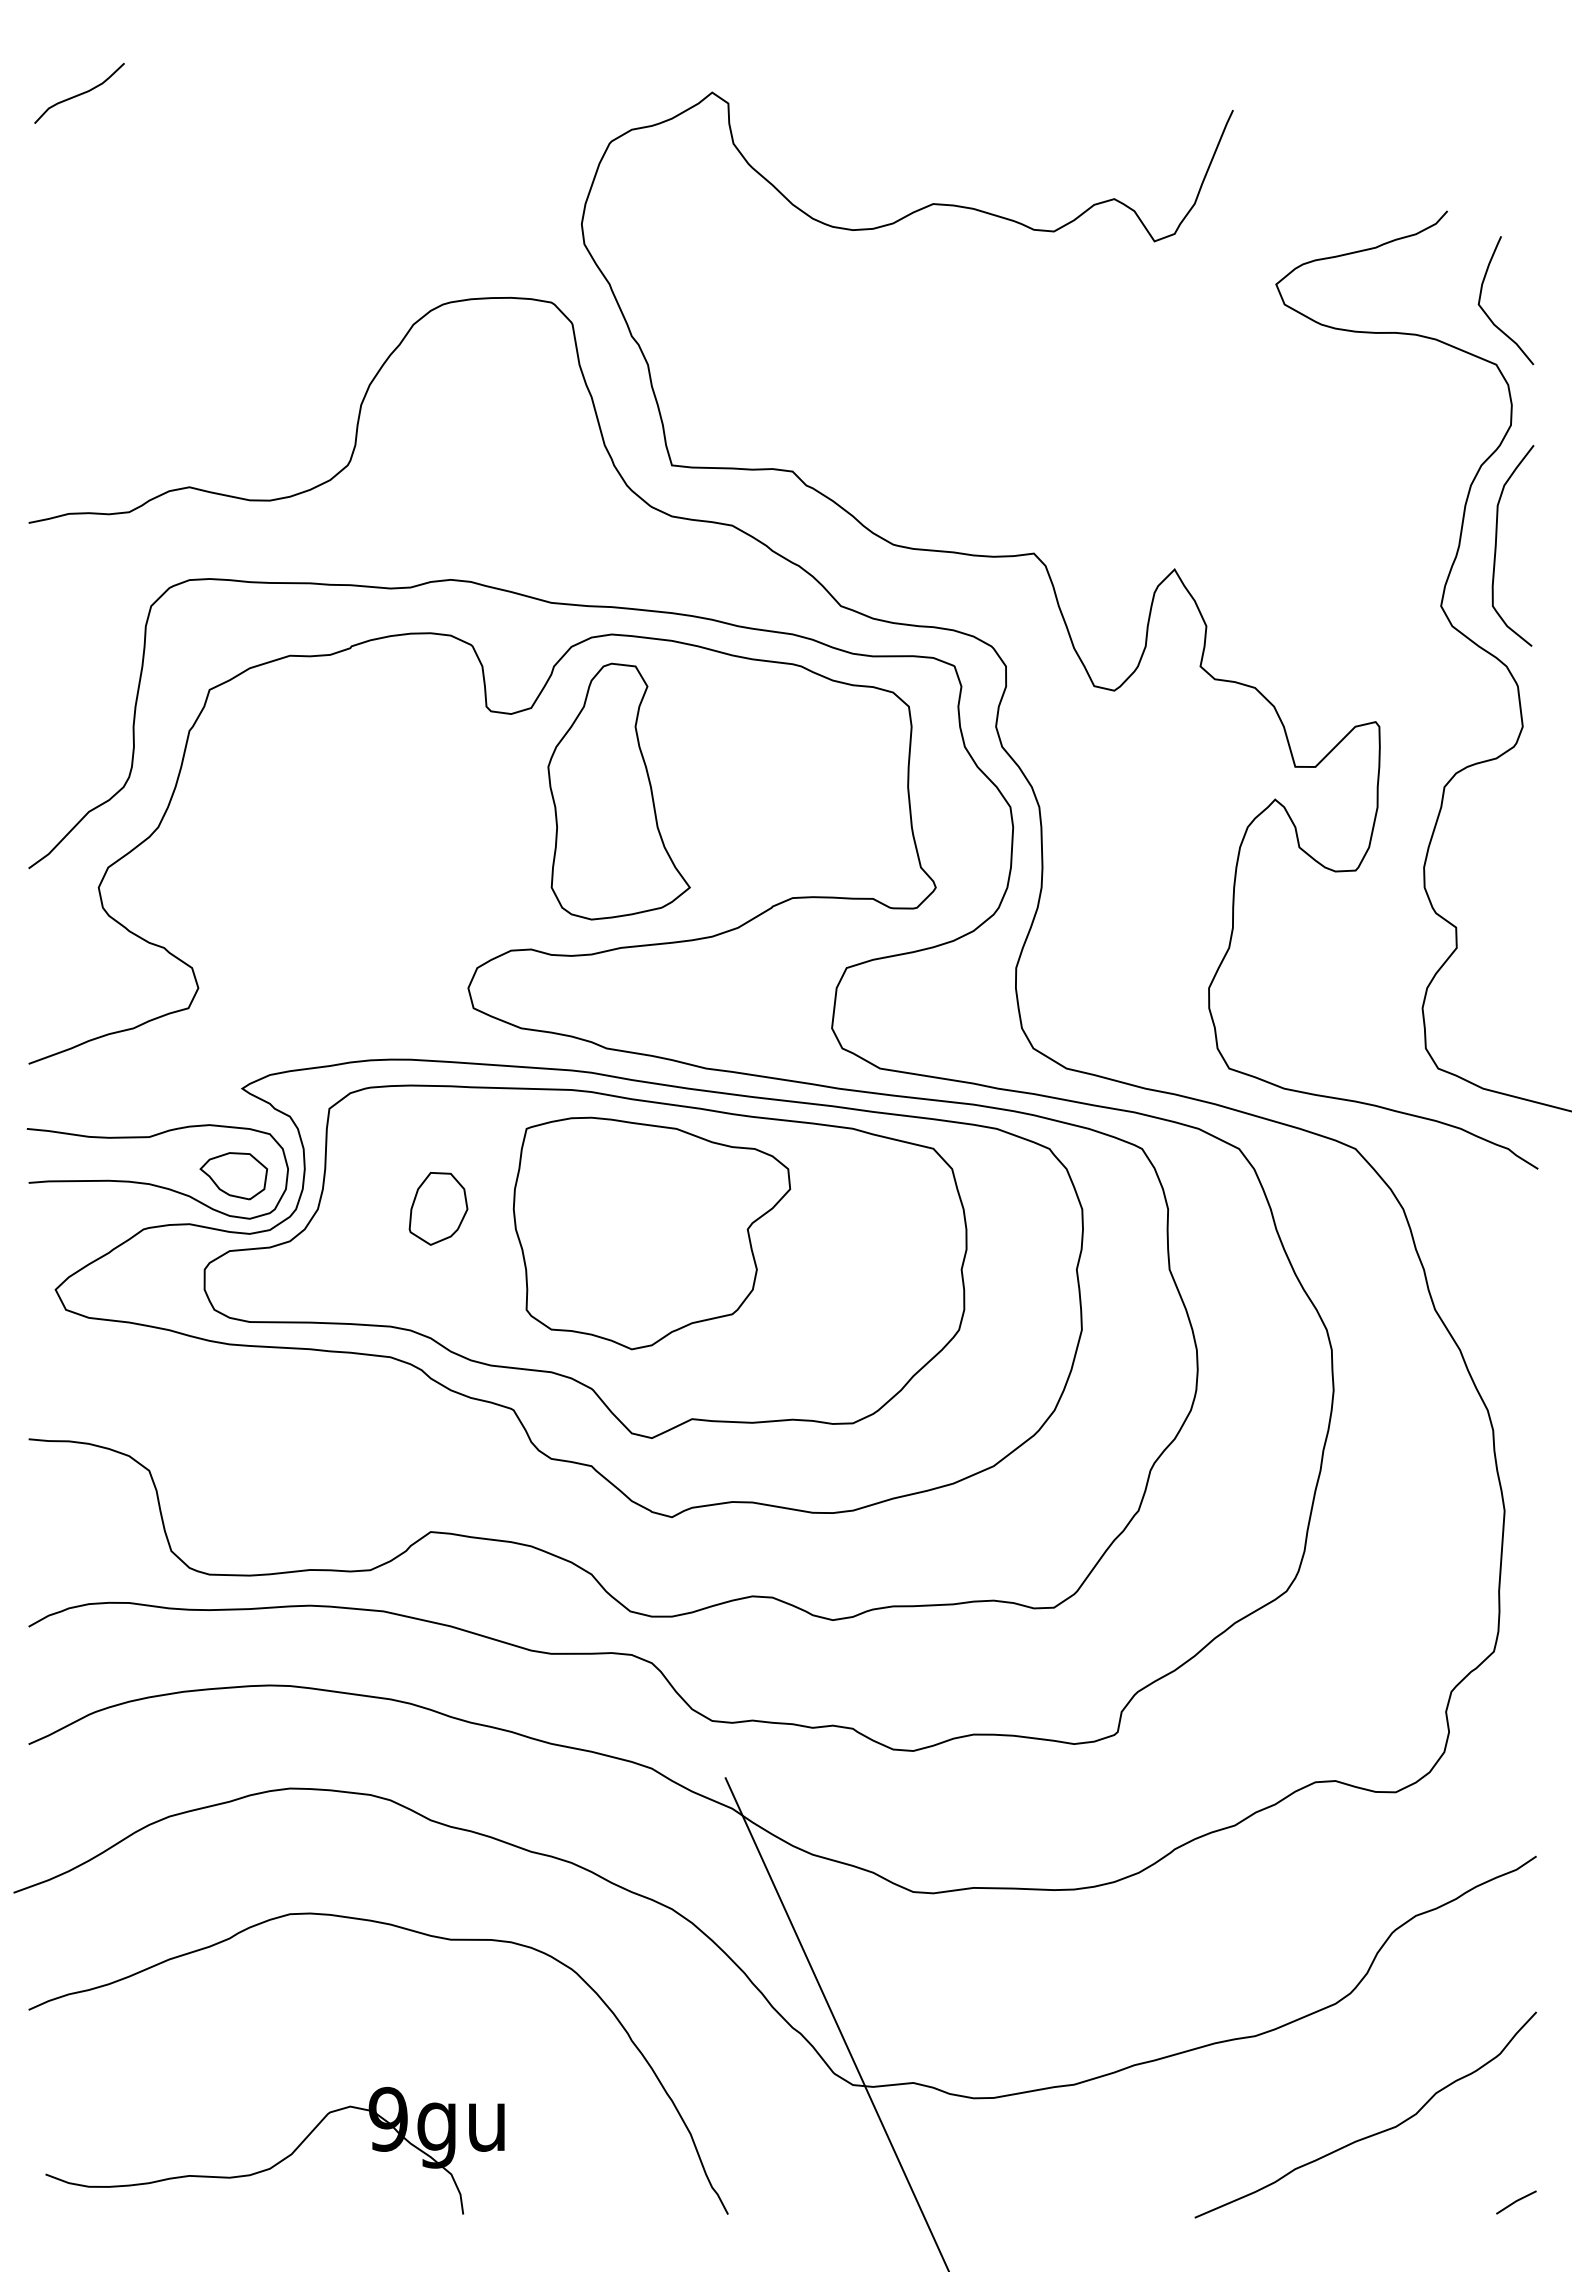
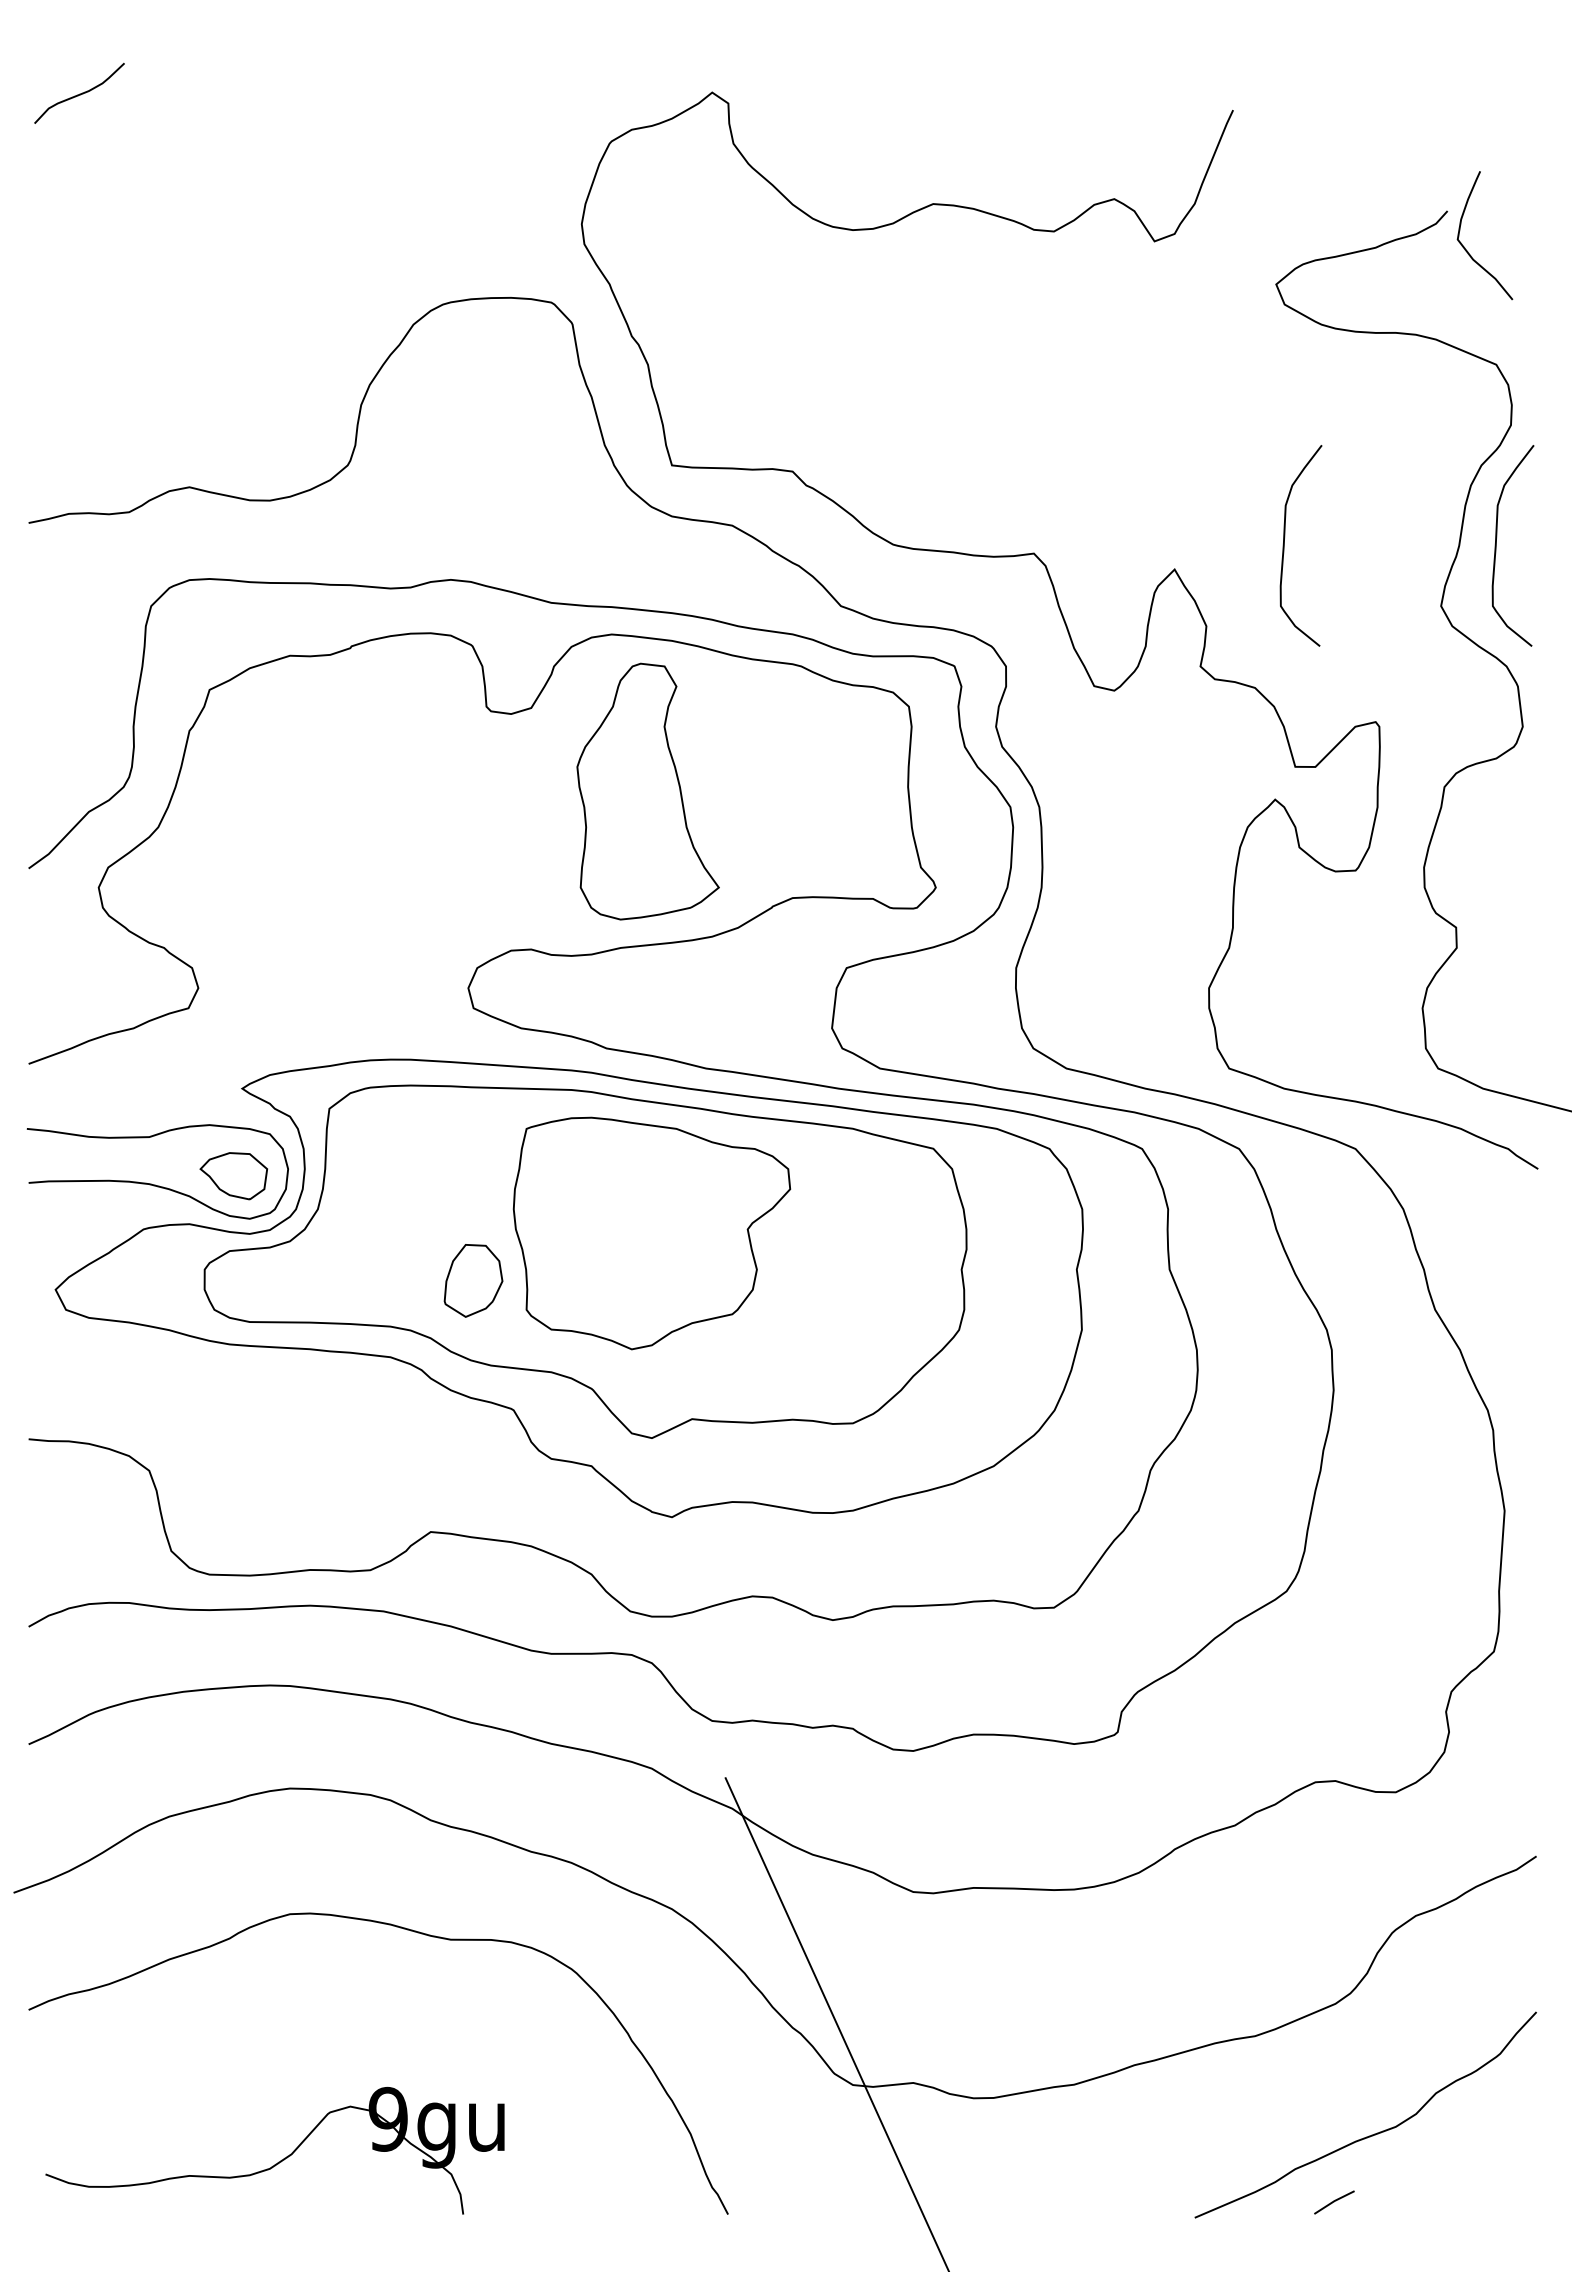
curve at (1486, 312) position: (1486, 312) -> (1465, 247)
curve at (1284, 545): none -> present
part at (618, 791) position: (618, 791) -> (647, 791)
part at (438, 1208) position: (438, 1208) -> (473, 1280)
line at (1516, 2202) position: (1516, 2202) -> (1334, 2202)
